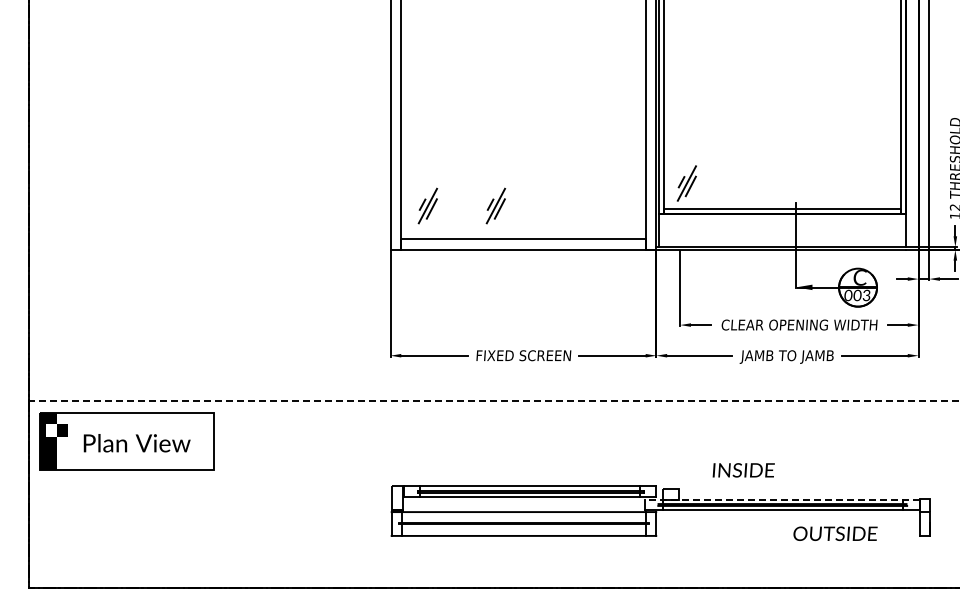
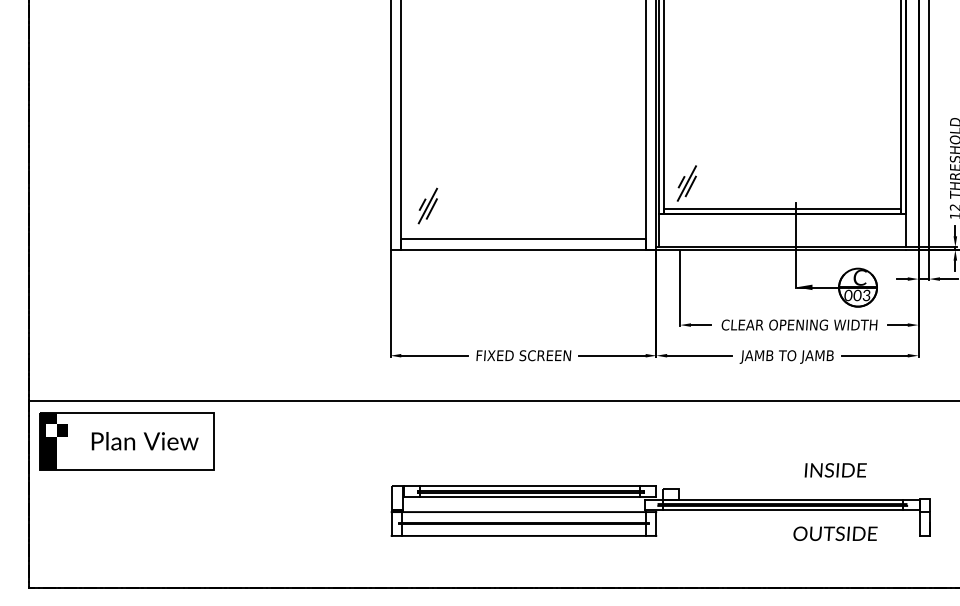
part at (495, 205): present -> none
line at (493, 400): dashed -> solid
text at (136, 443) position: (136, 443) -> (144, 441)
text at (743, 470) position: (743, 470) -> (835, 470)
line at (781, 499): dashed -> solid
